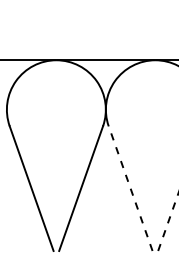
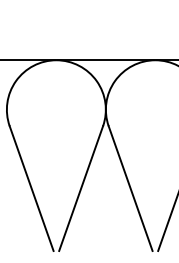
line at (130, 188): dashed -> solid
line at (168, 220): dashed -> solid
